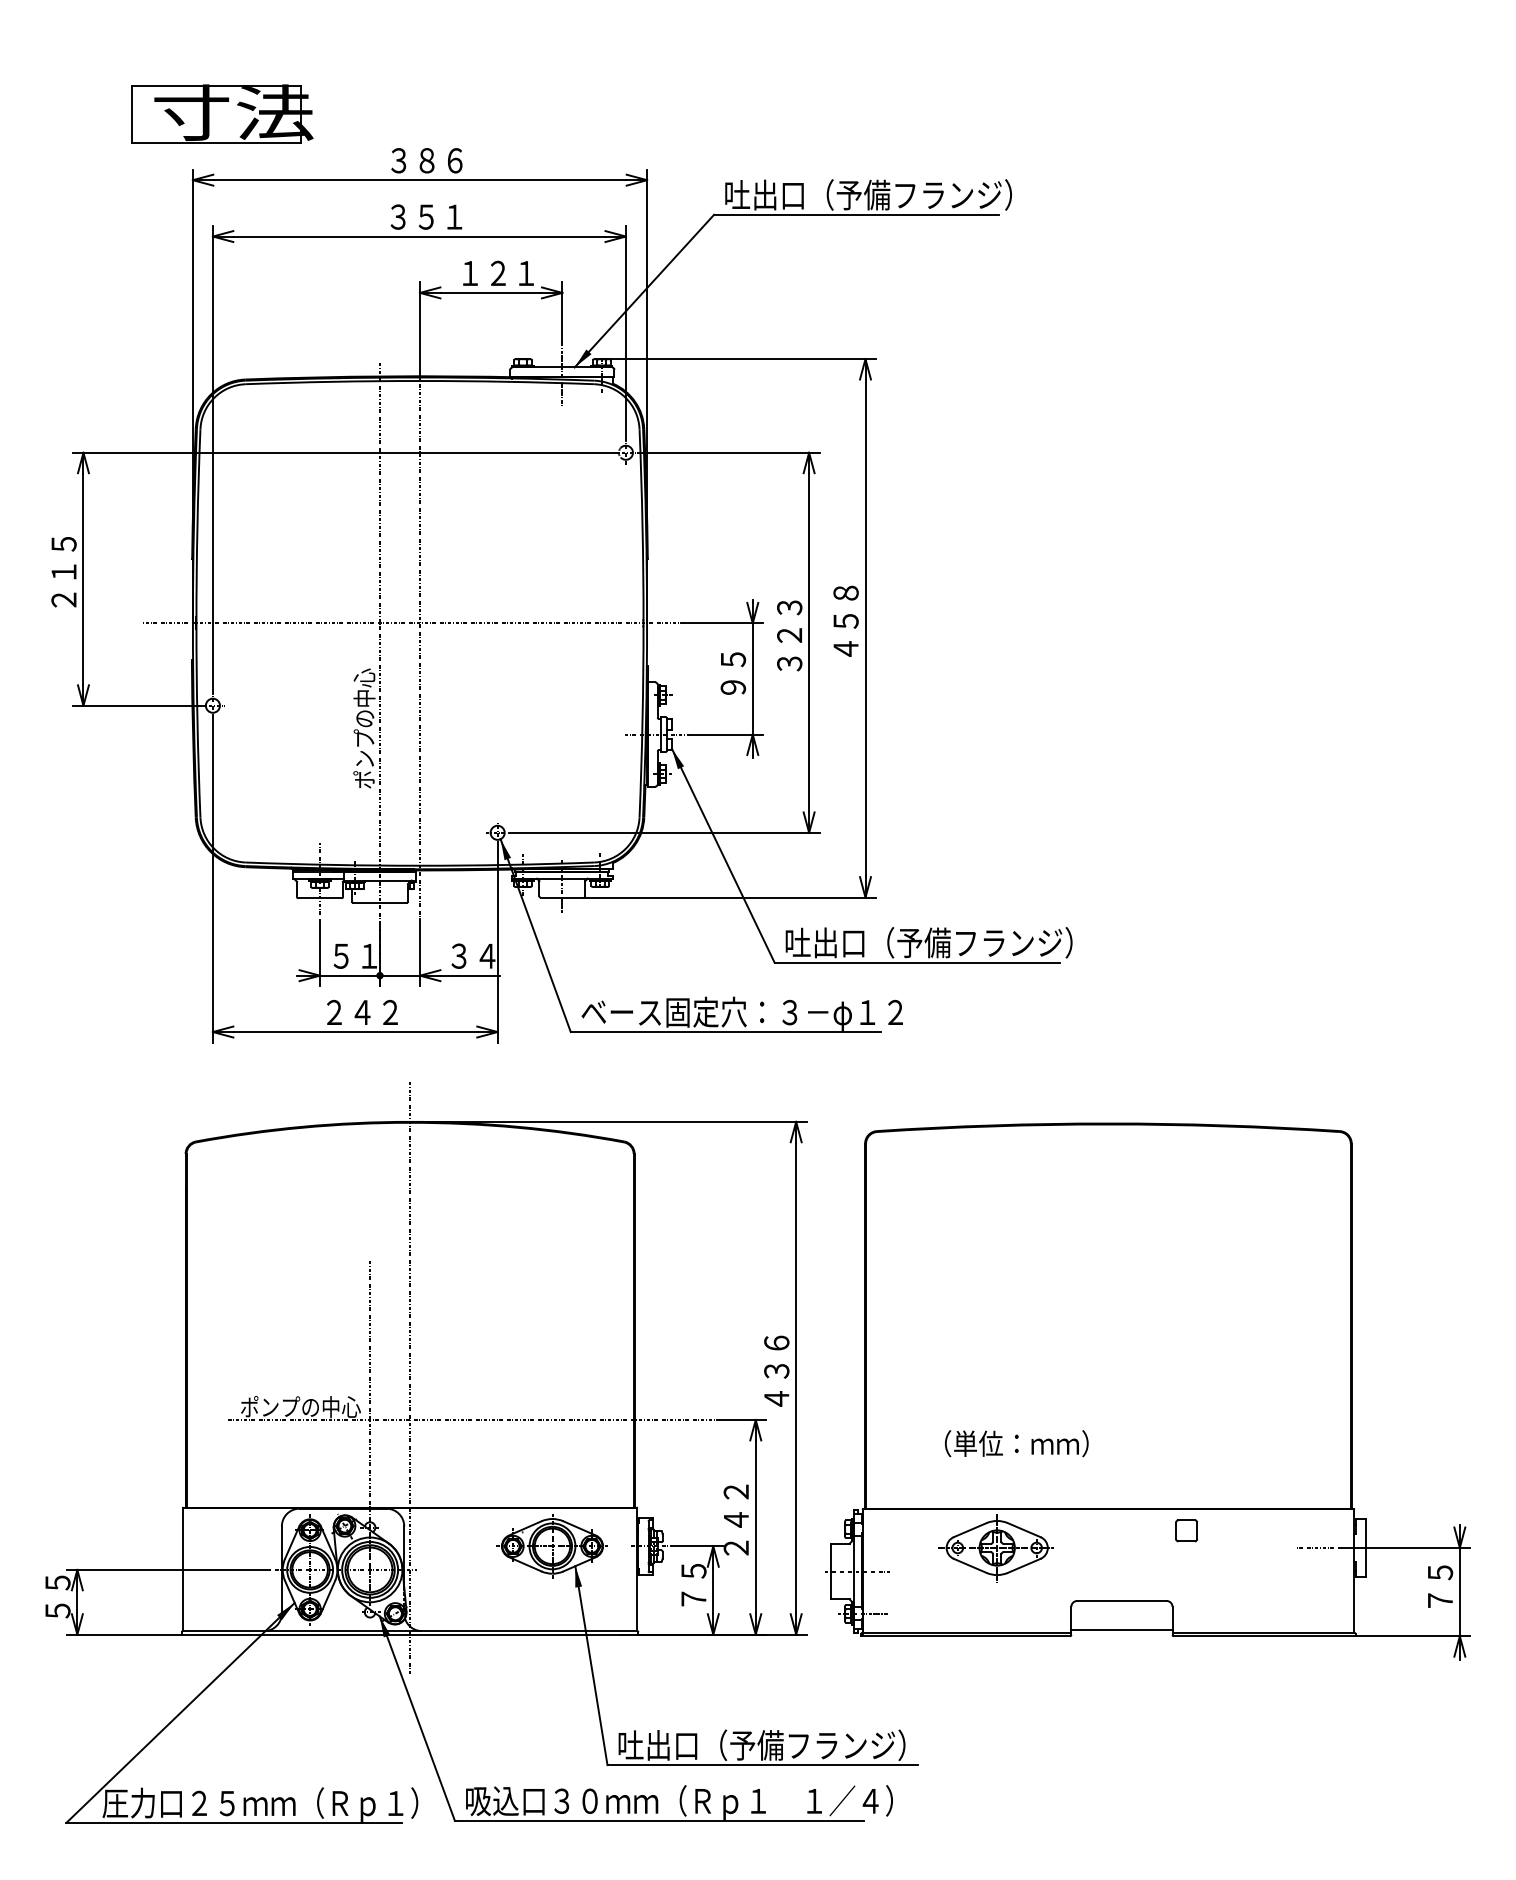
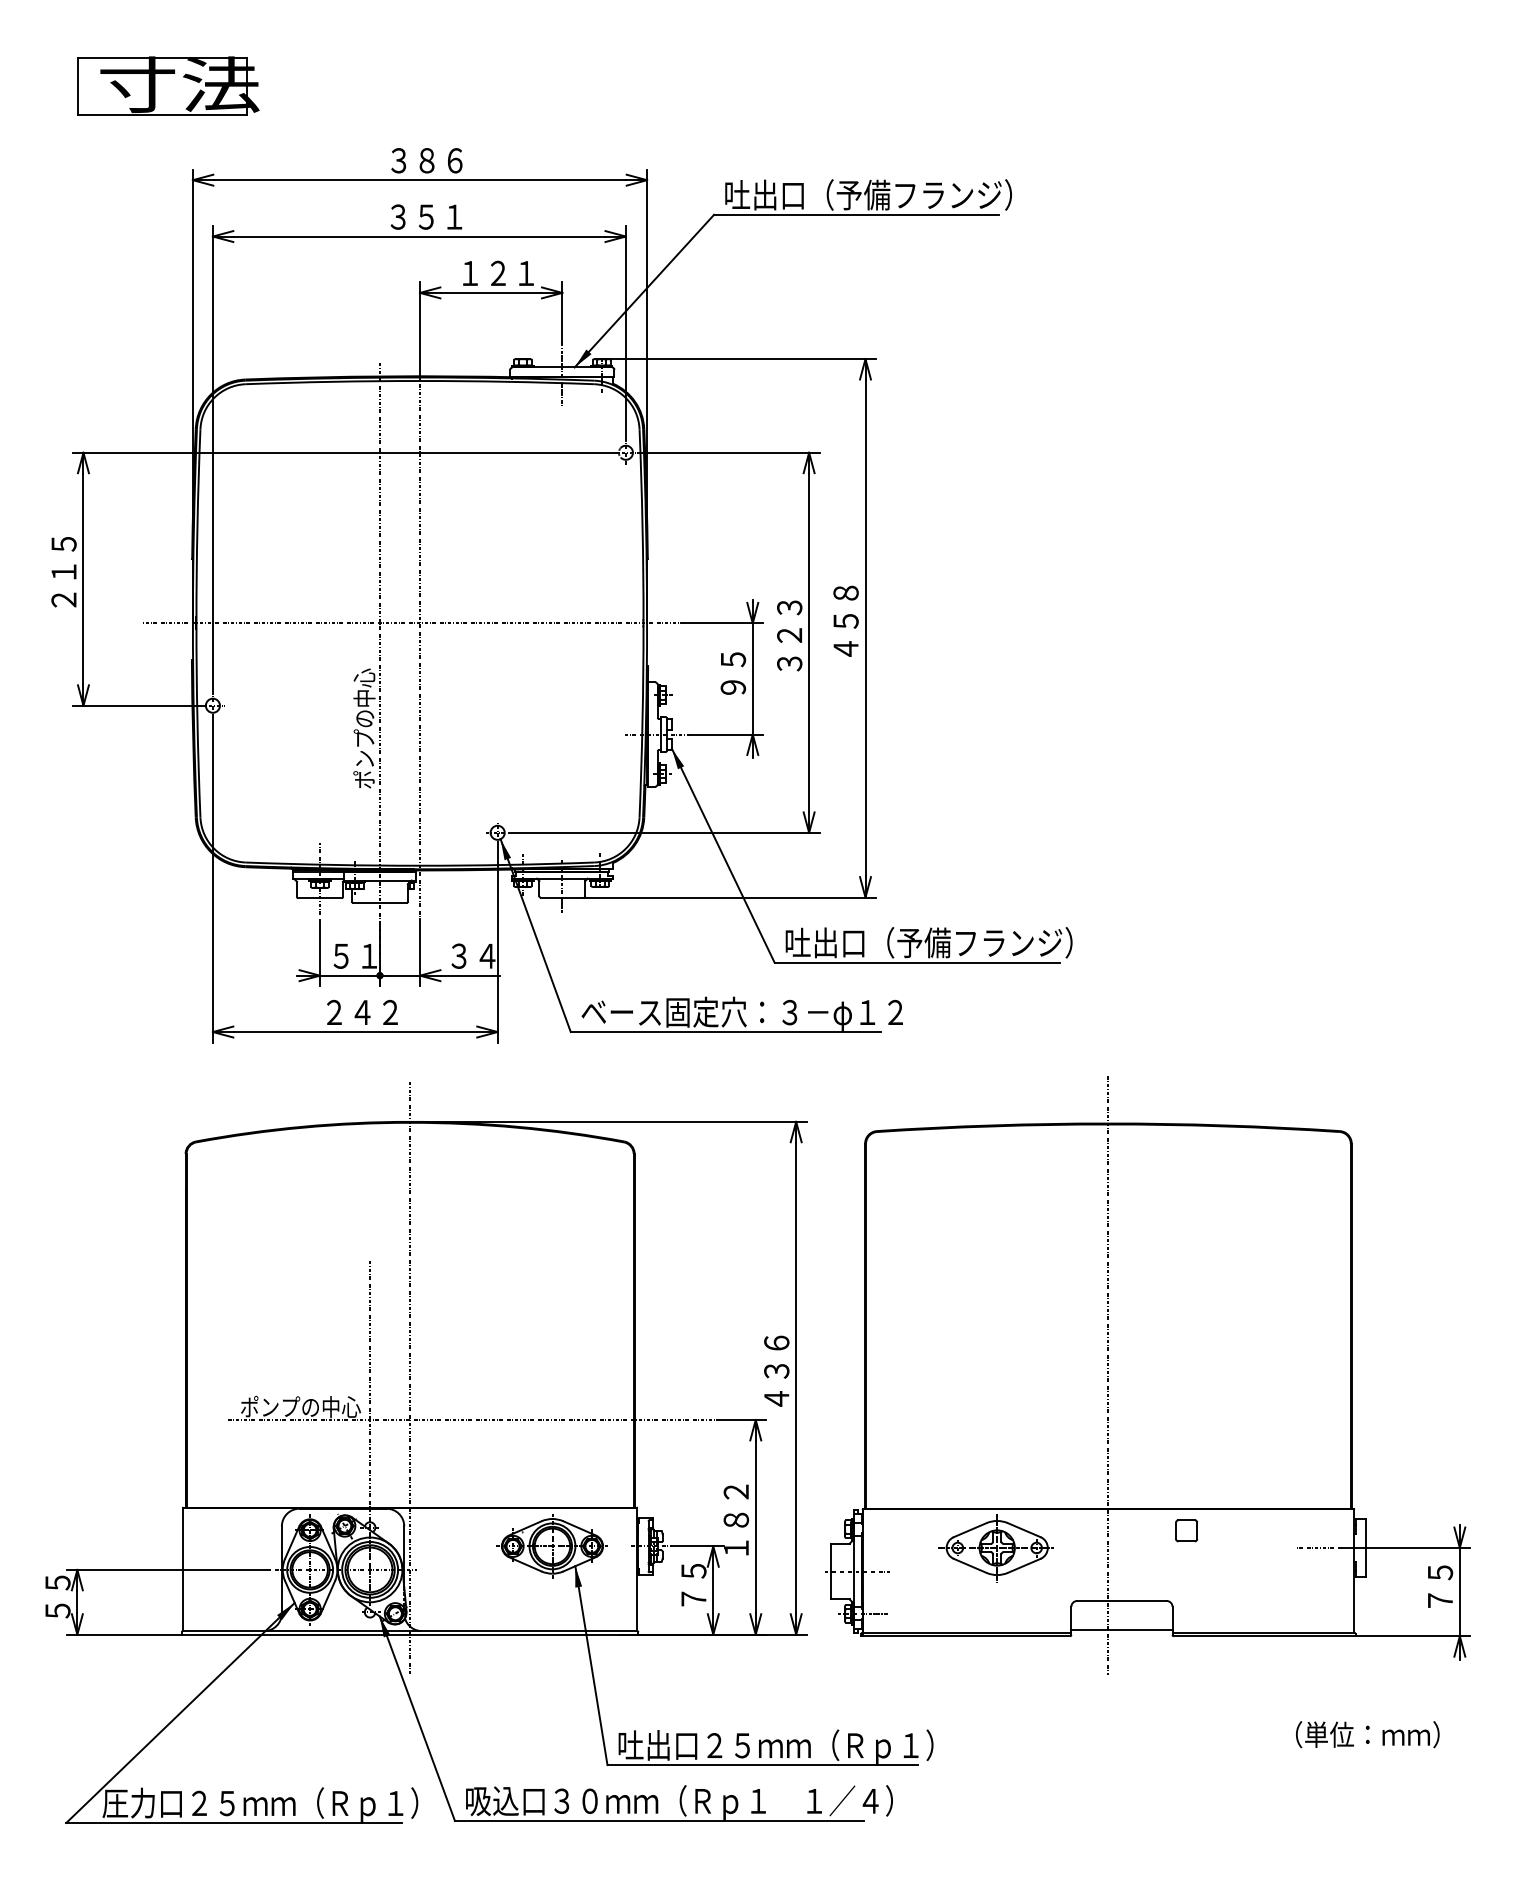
part at (222, 113) position: (222, 113) -> (168, 85)
line at (1108, 1375): none -> present
text at (1016, 1443) position: (1016, 1443) -> (1367, 1734)
text at (736, 1533): ２４２ -> １８２
text at (820, 1746): 吐出口（予備フランジ） -> 吐出口２５ｍｍ（Ｒｐ１）
